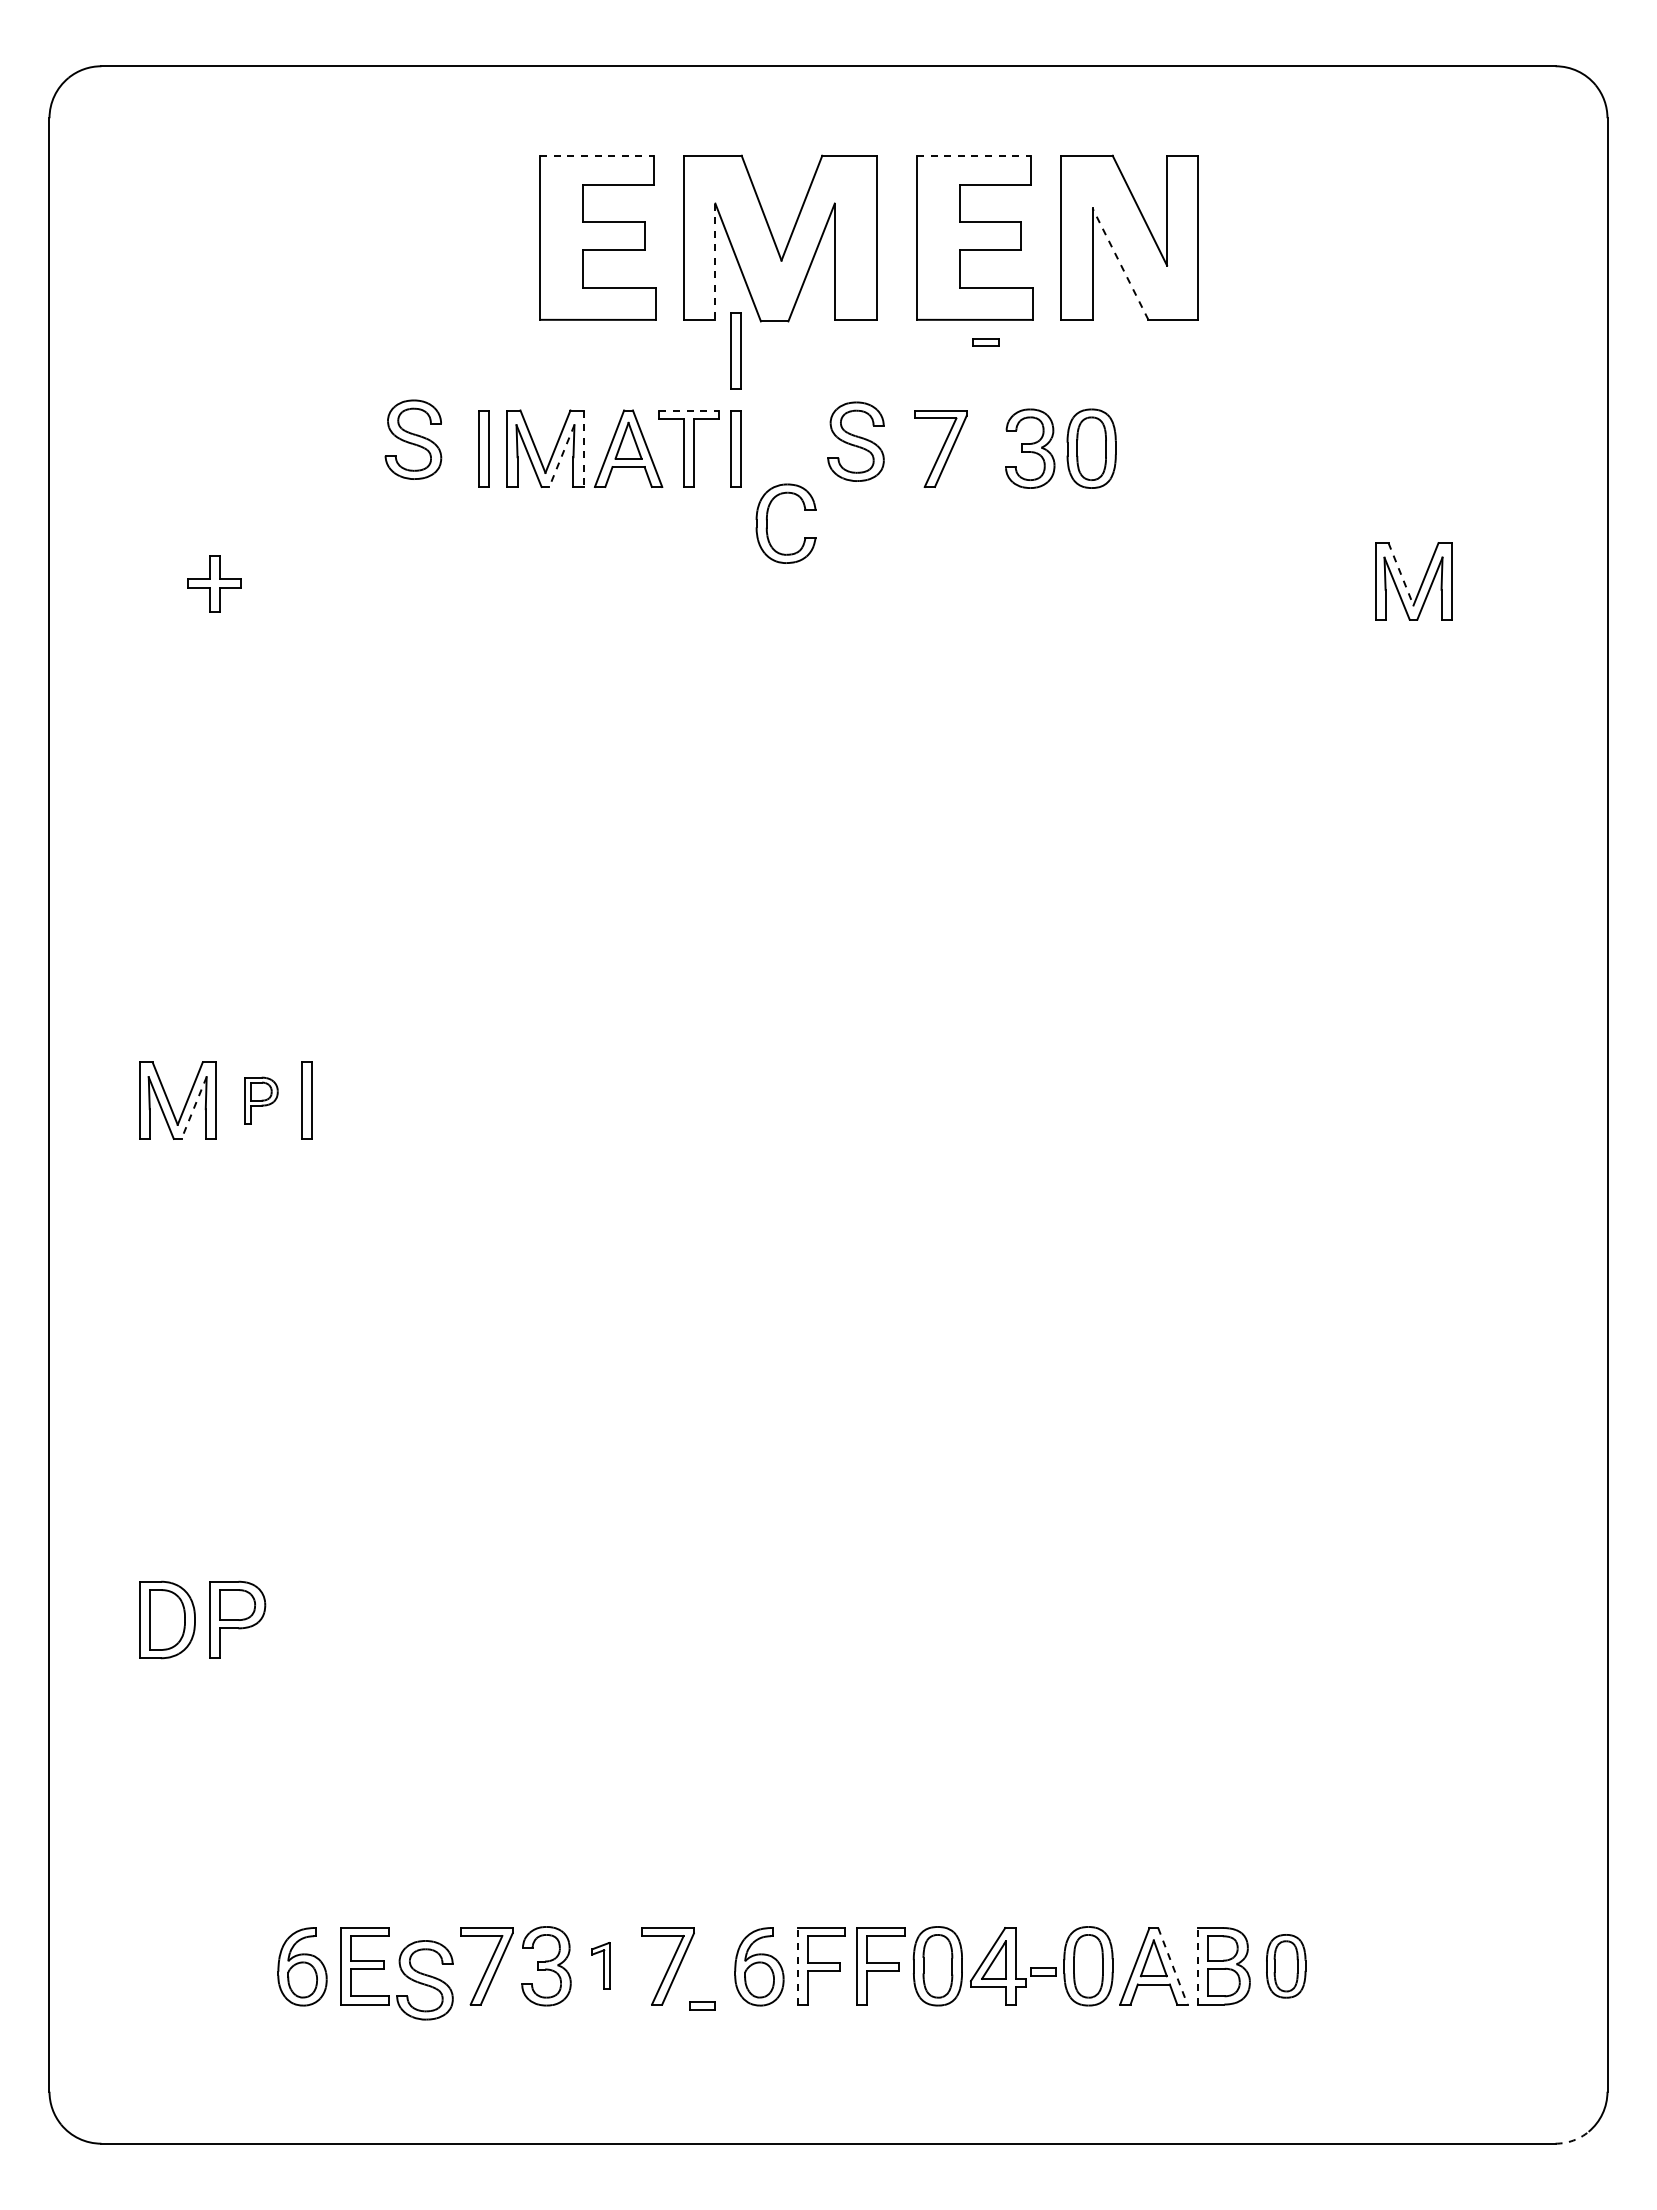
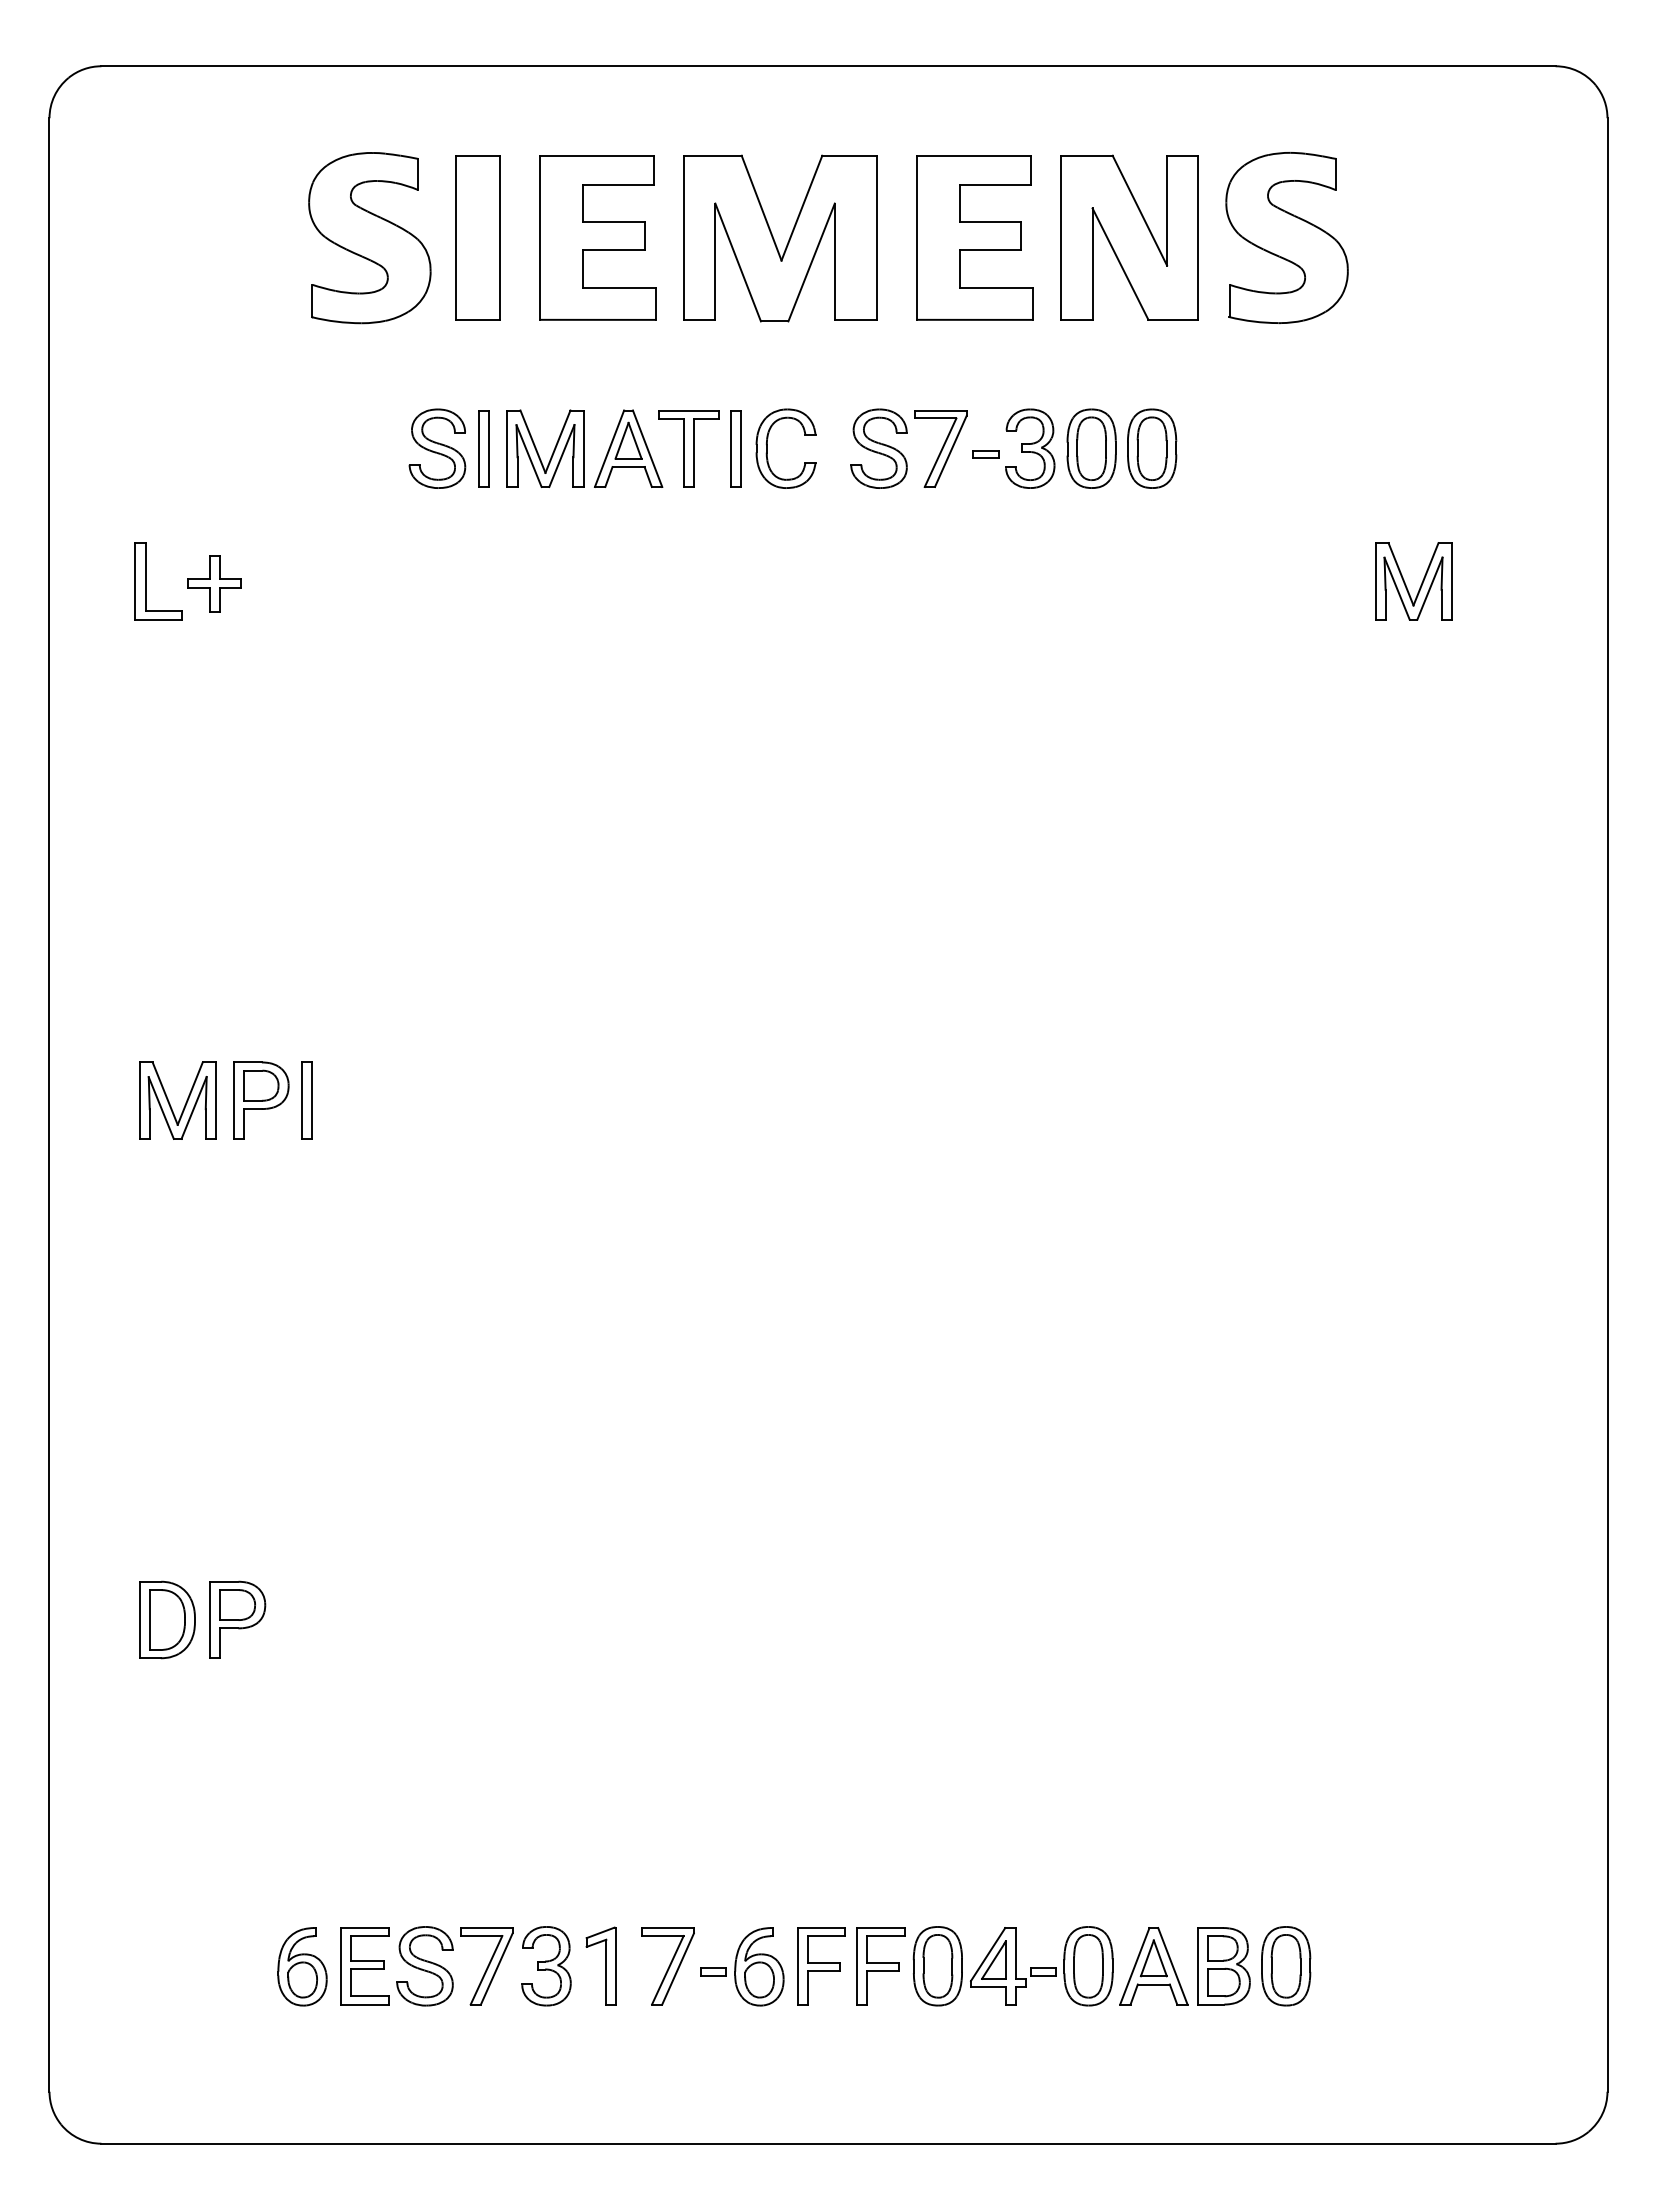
line at (597, 155): dashed -> solid
line at (973, 155): dashed -> solid
part at (477, 237): none -> present
part at (1286, 237): none -> present
part at (369, 238): none -> present
line at (715, 262): dashed -> solid
line at (1120, 263): dashed -> solid
part at (985, 342) position: (985, 342) -> (985, 454)
part at (735, 350): present -> none
line at (689, 410): dashed -> solid
part at (413, 439) position: (413, 439) -> (437, 448)
part at (855, 441) position: (855, 441) -> (878, 448)
part at (1152, 448): none -> present
line at (583, 449): dashed -> solid
line at (561, 456): dashed -> solid
part at (767, 523) position: (767, 523) -> (767, 448)
line at (1401, 574): dashed -> solid
part at (146, 581): none -> present
part at (261, 1100) size: 35x49 px -> 57x79 px
line at (193, 1108): dashed -> solid
part at (600, 1965) size: 20x48 px -> 32x80 px
line at (797, 1965): dashed -> solid
line at (1197, 1965): dashed -> solid
line at (1172, 1966): dashed -> solid
part at (1286, 1966) size: 41x65 px -> 51x81 px
part at (424, 1980) position: (424, 1980) -> (424, 1966)
part at (702, 2005) position: (702, 2005) -> (713, 1971)
arc at (1573, 2140): dashed -> solid
